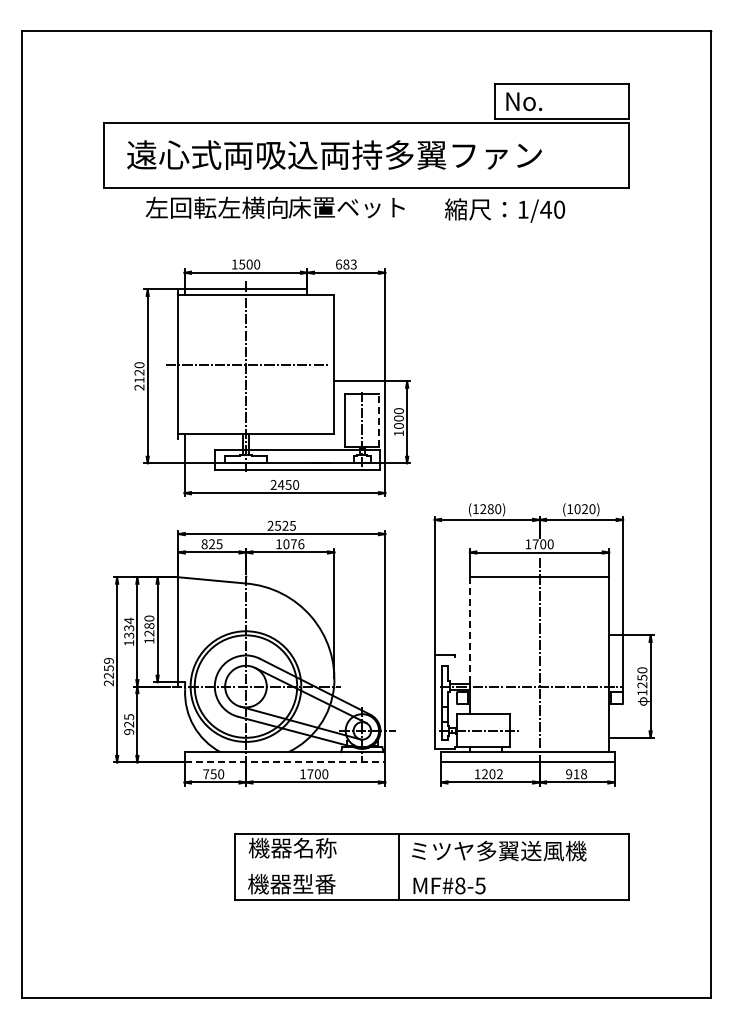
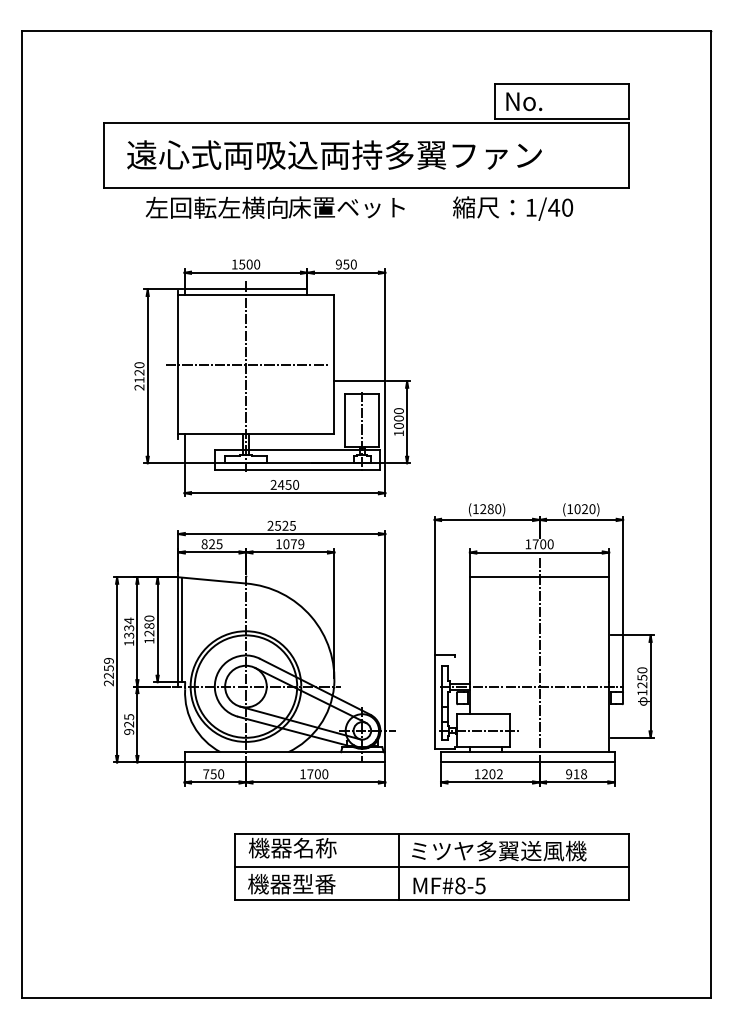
text at (505, 210) position: (505, 210) -> (513, 208)
text at (345, 264): 683 -> 950
line at (378, 420): dashed -> solid
text at (301, 544): 1076 -> 1079
line at (182, 629): none -> present
line at (469, 630): dashed -> solid
line at (285, 762): dashed -> solid
line at (431, 866): none -> present
